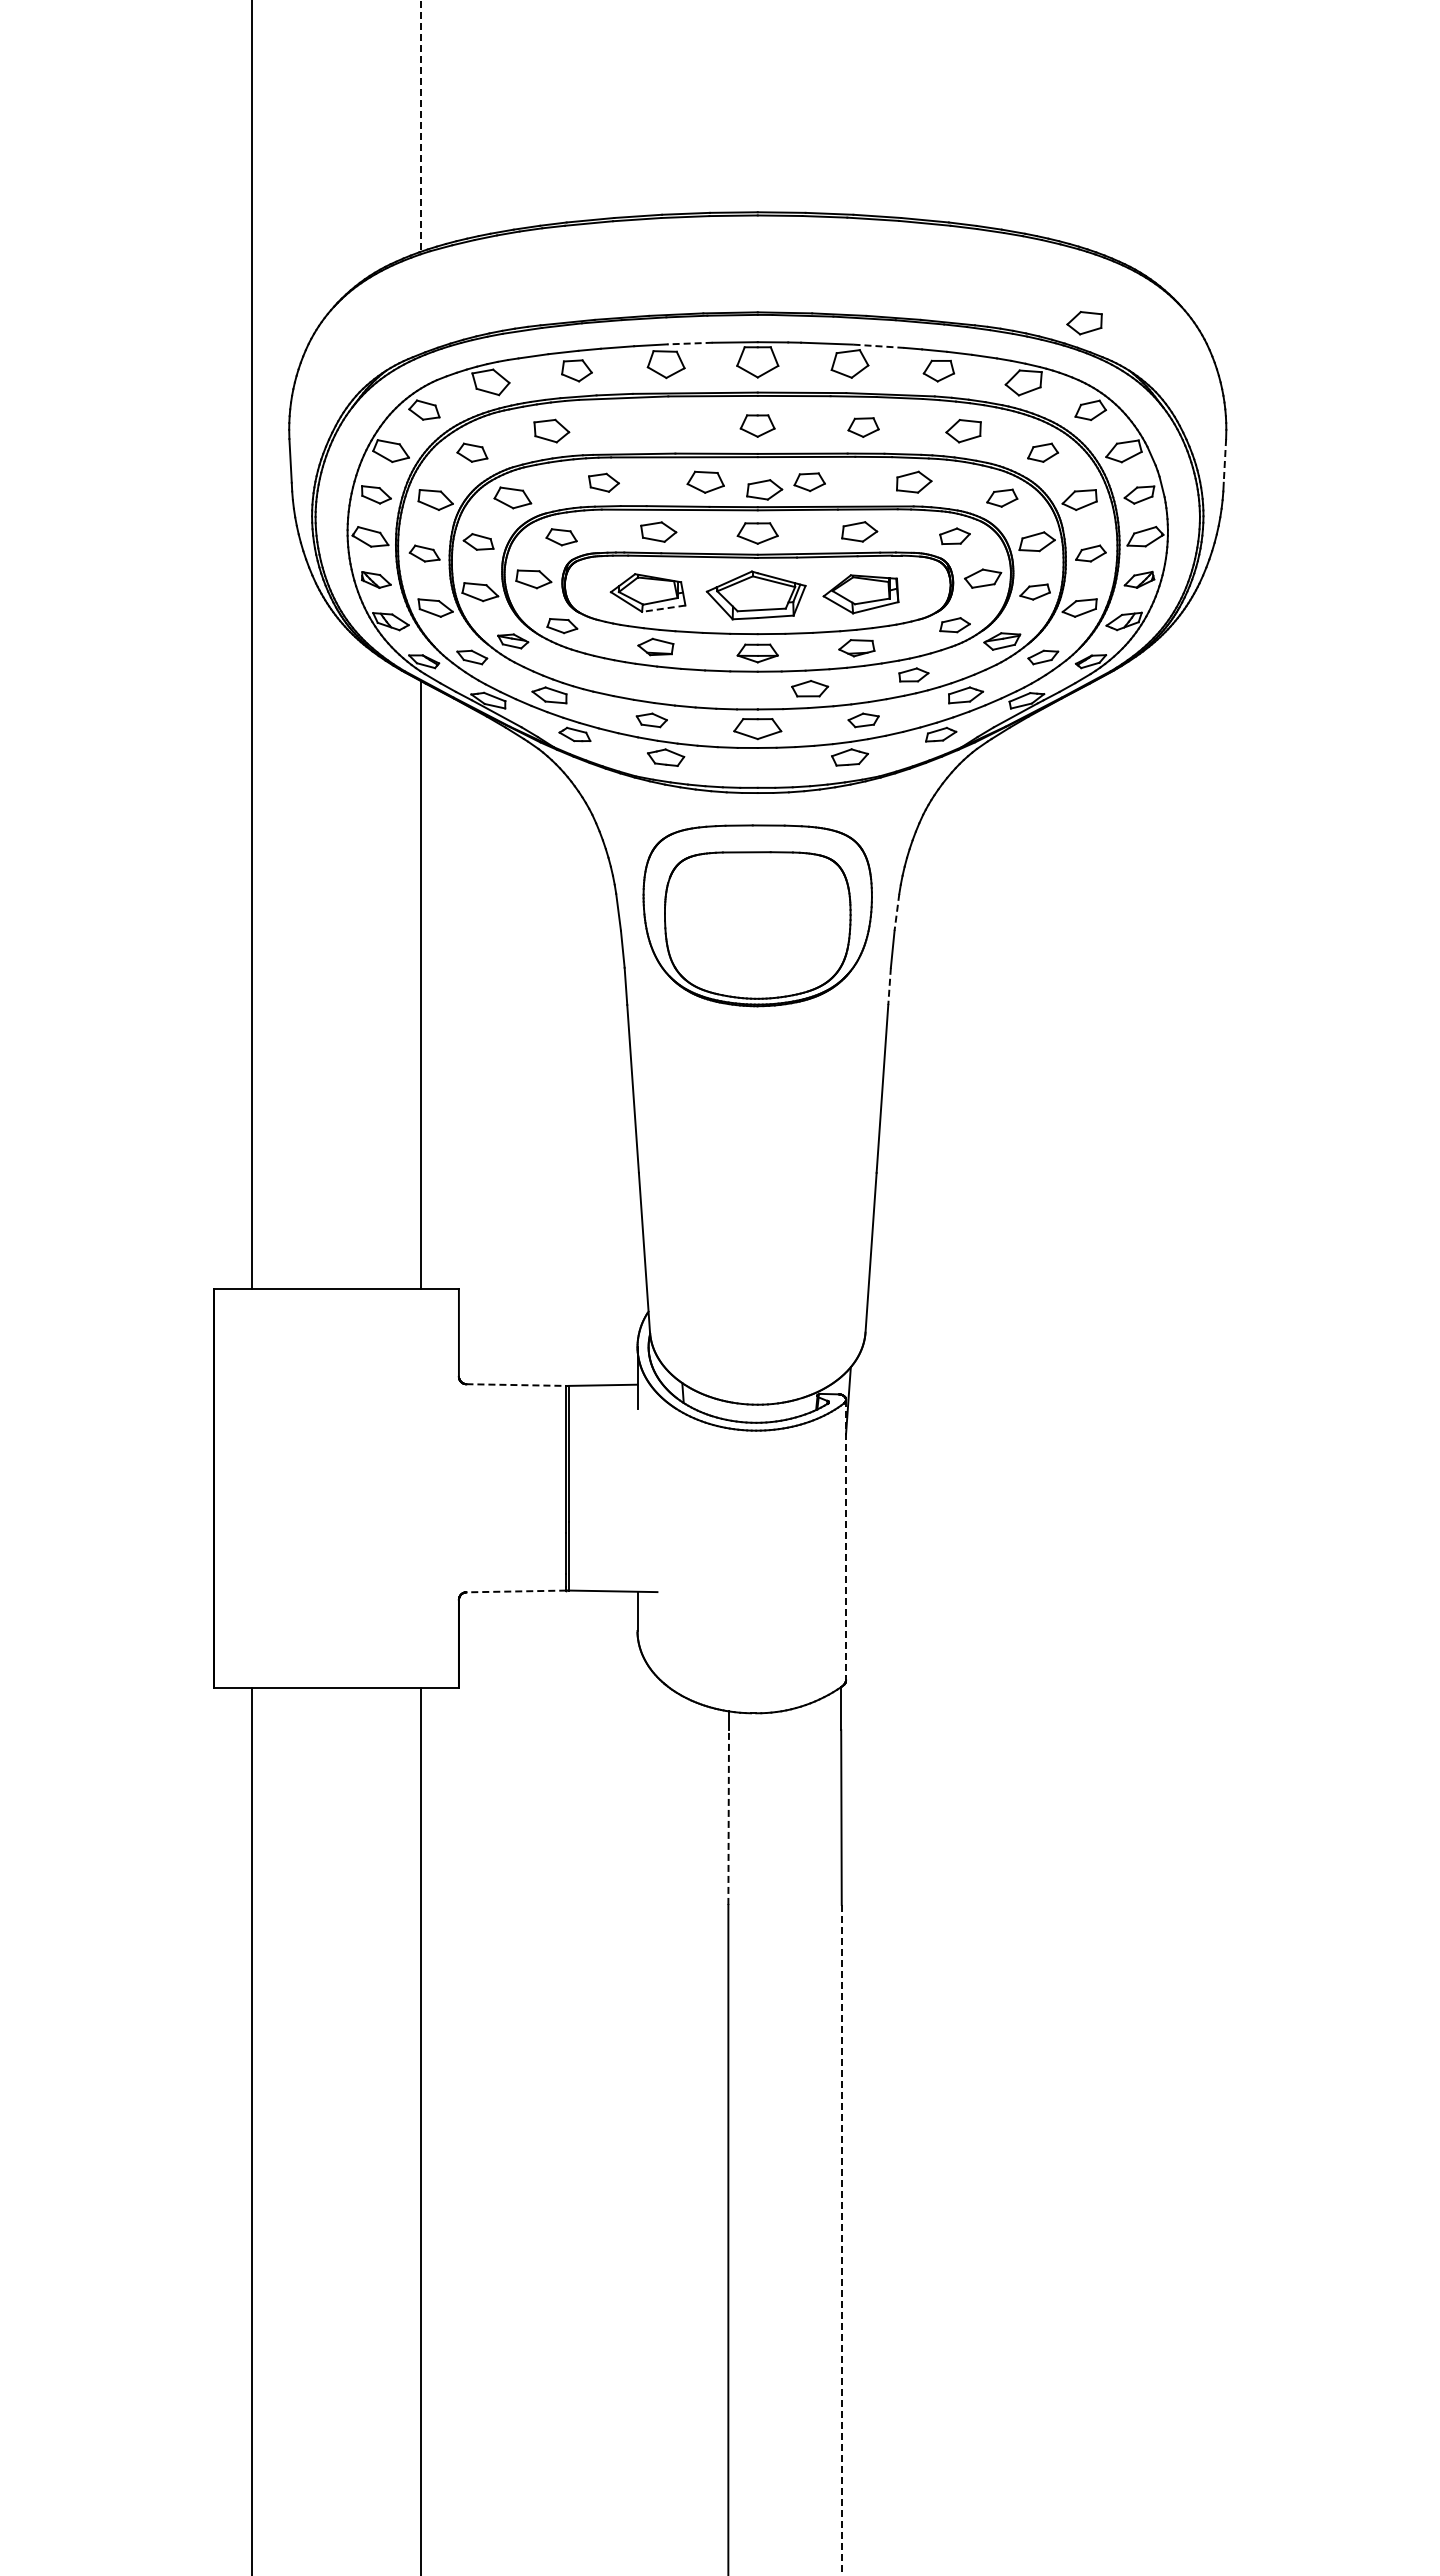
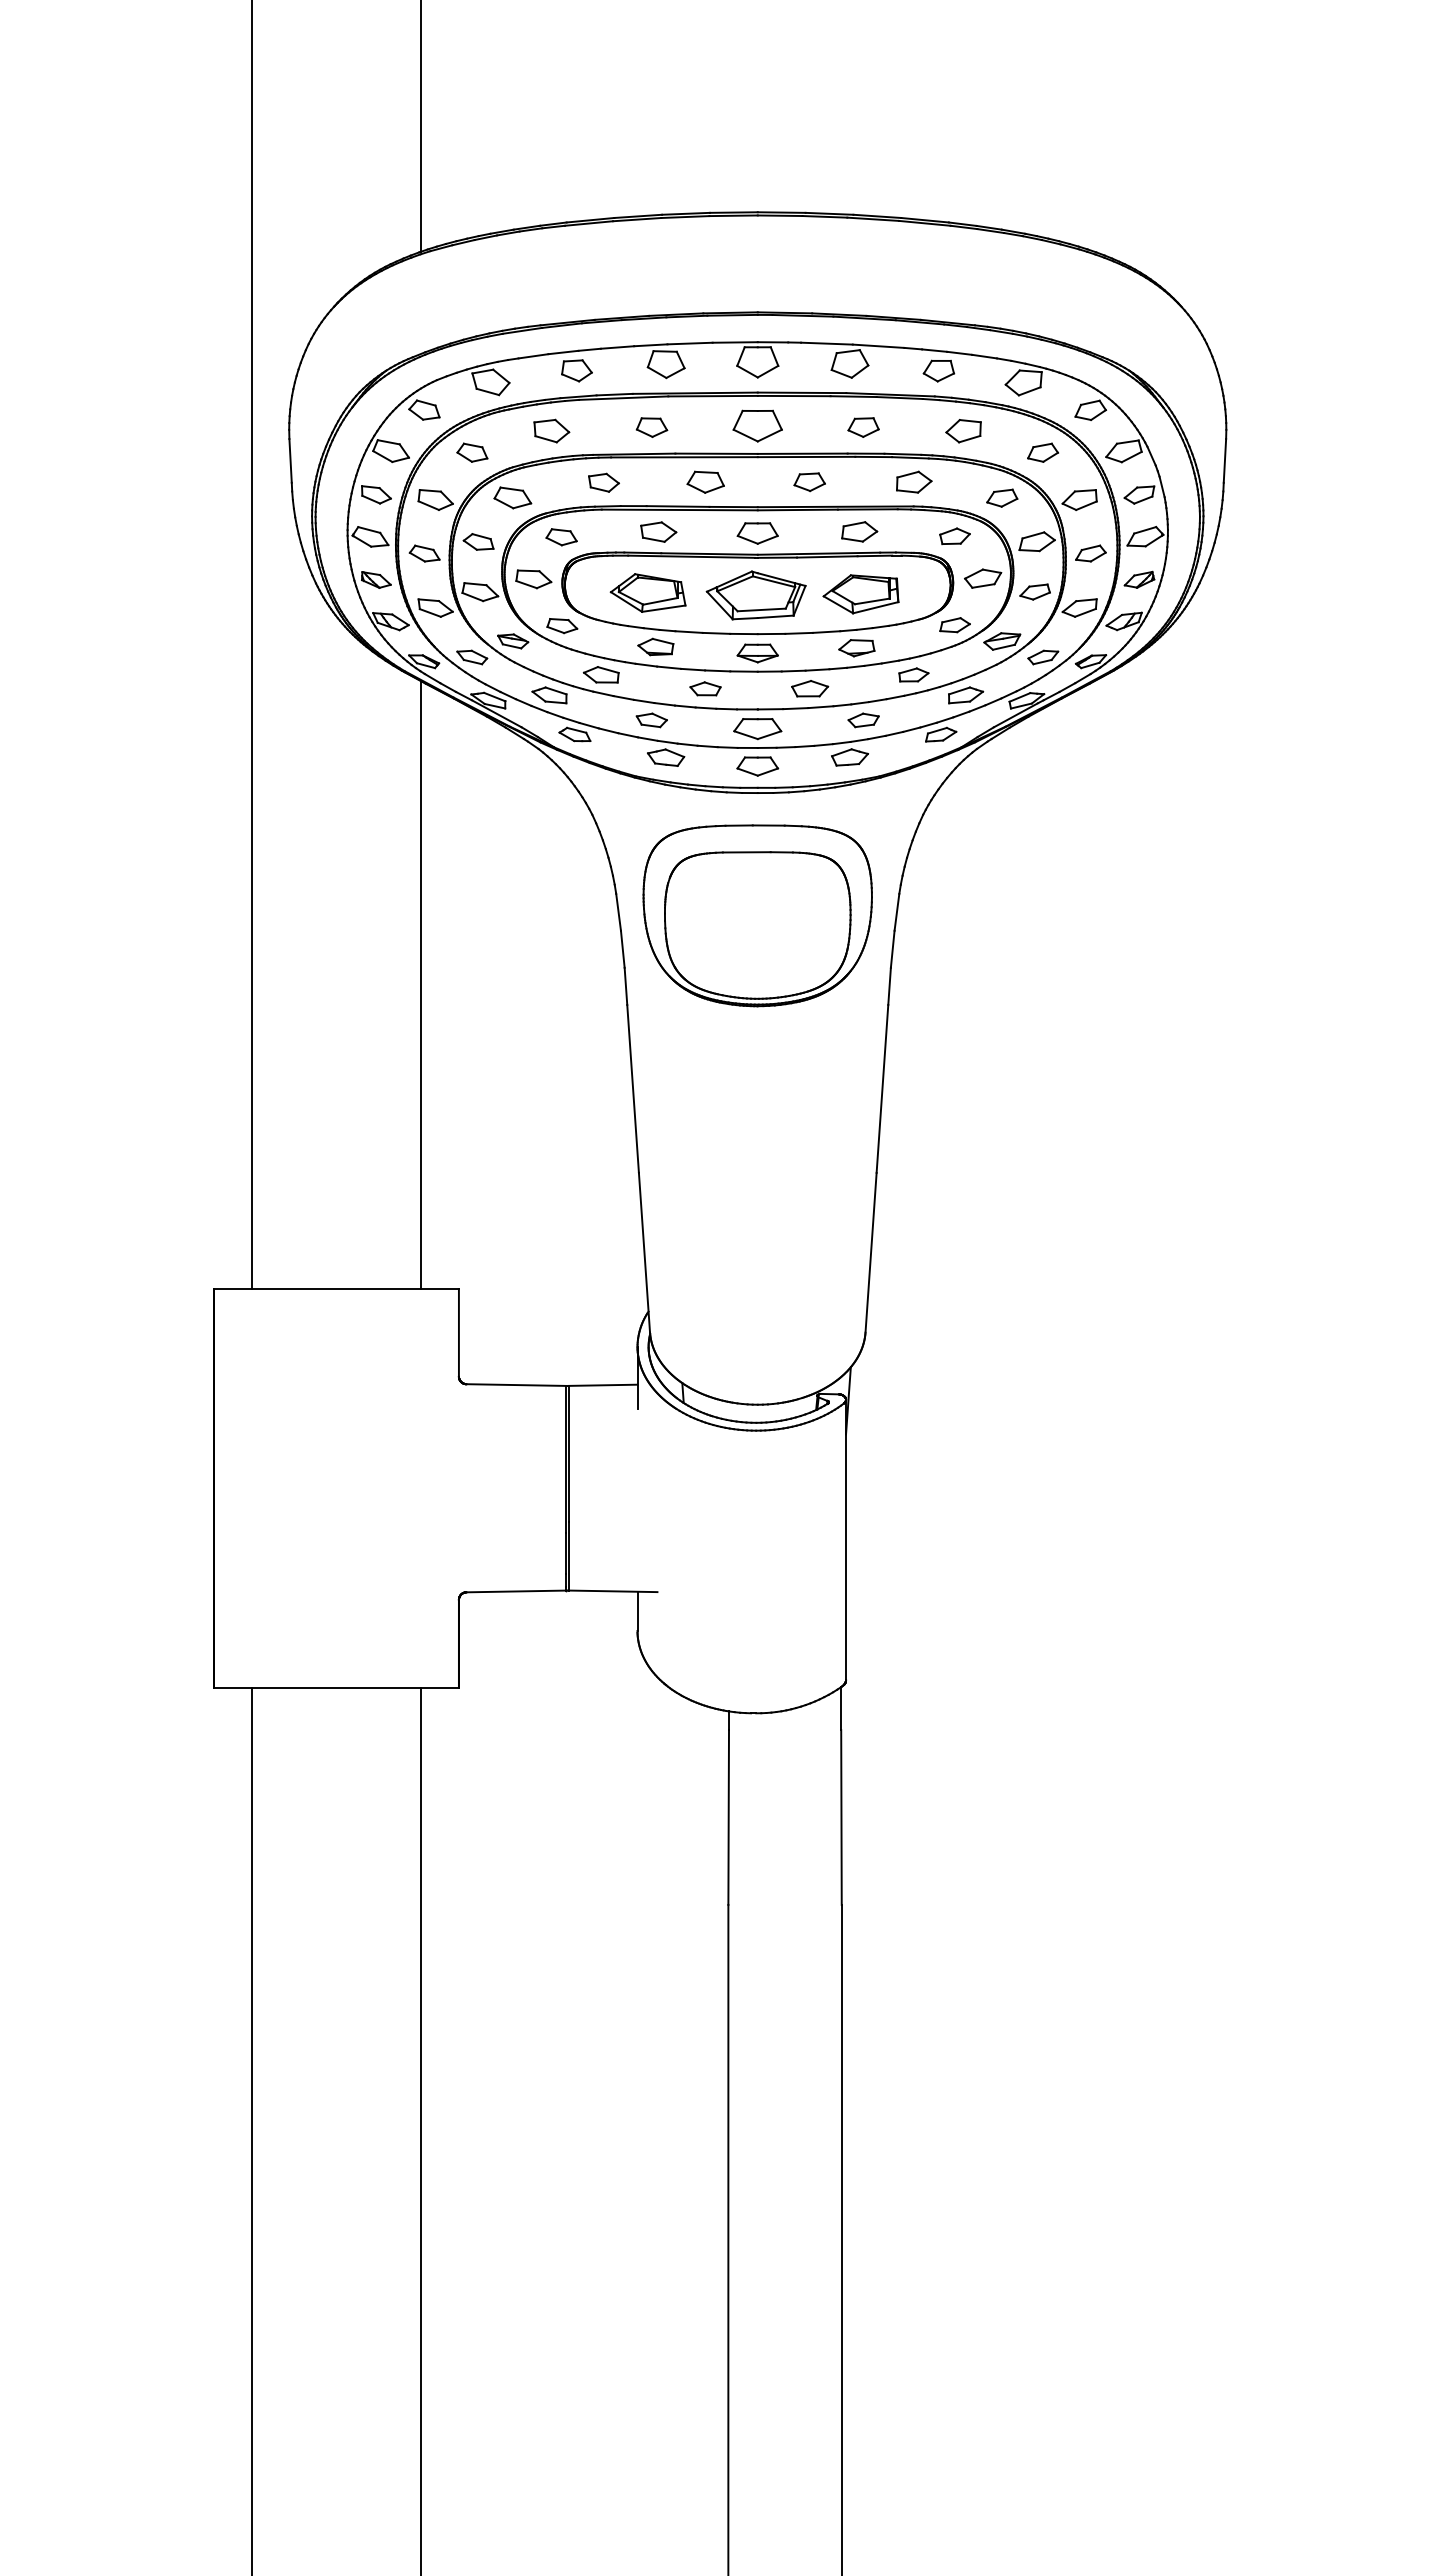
line at (420, 126): dashed -> solid
part at (1084, 323): present -> none
line at (690, 343): dashed -> solid
line at (878, 346): dashed -> solid
part at (757, 425) size: 37x24 px -> 51x34 px
part at (651, 427): none -> present
line at (1224, 460): dashed -> solid
part at (764, 489): present -> none
line at (663, 608): dashed -> solid
part at (600, 674): none -> present
part at (705, 688): none -> present
part at (757, 766): none -> present
line at (896, 912): dashed -> solid
line at (889, 986): dashed -> solid
line at (516, 1385): dashed -> solid
line at (846, 1539): dashed -> solid
line at (516, 1591): dashed -> solid
line at (728, 1817): dashed -> solid
line at (841, 2240): dashed -> solid
